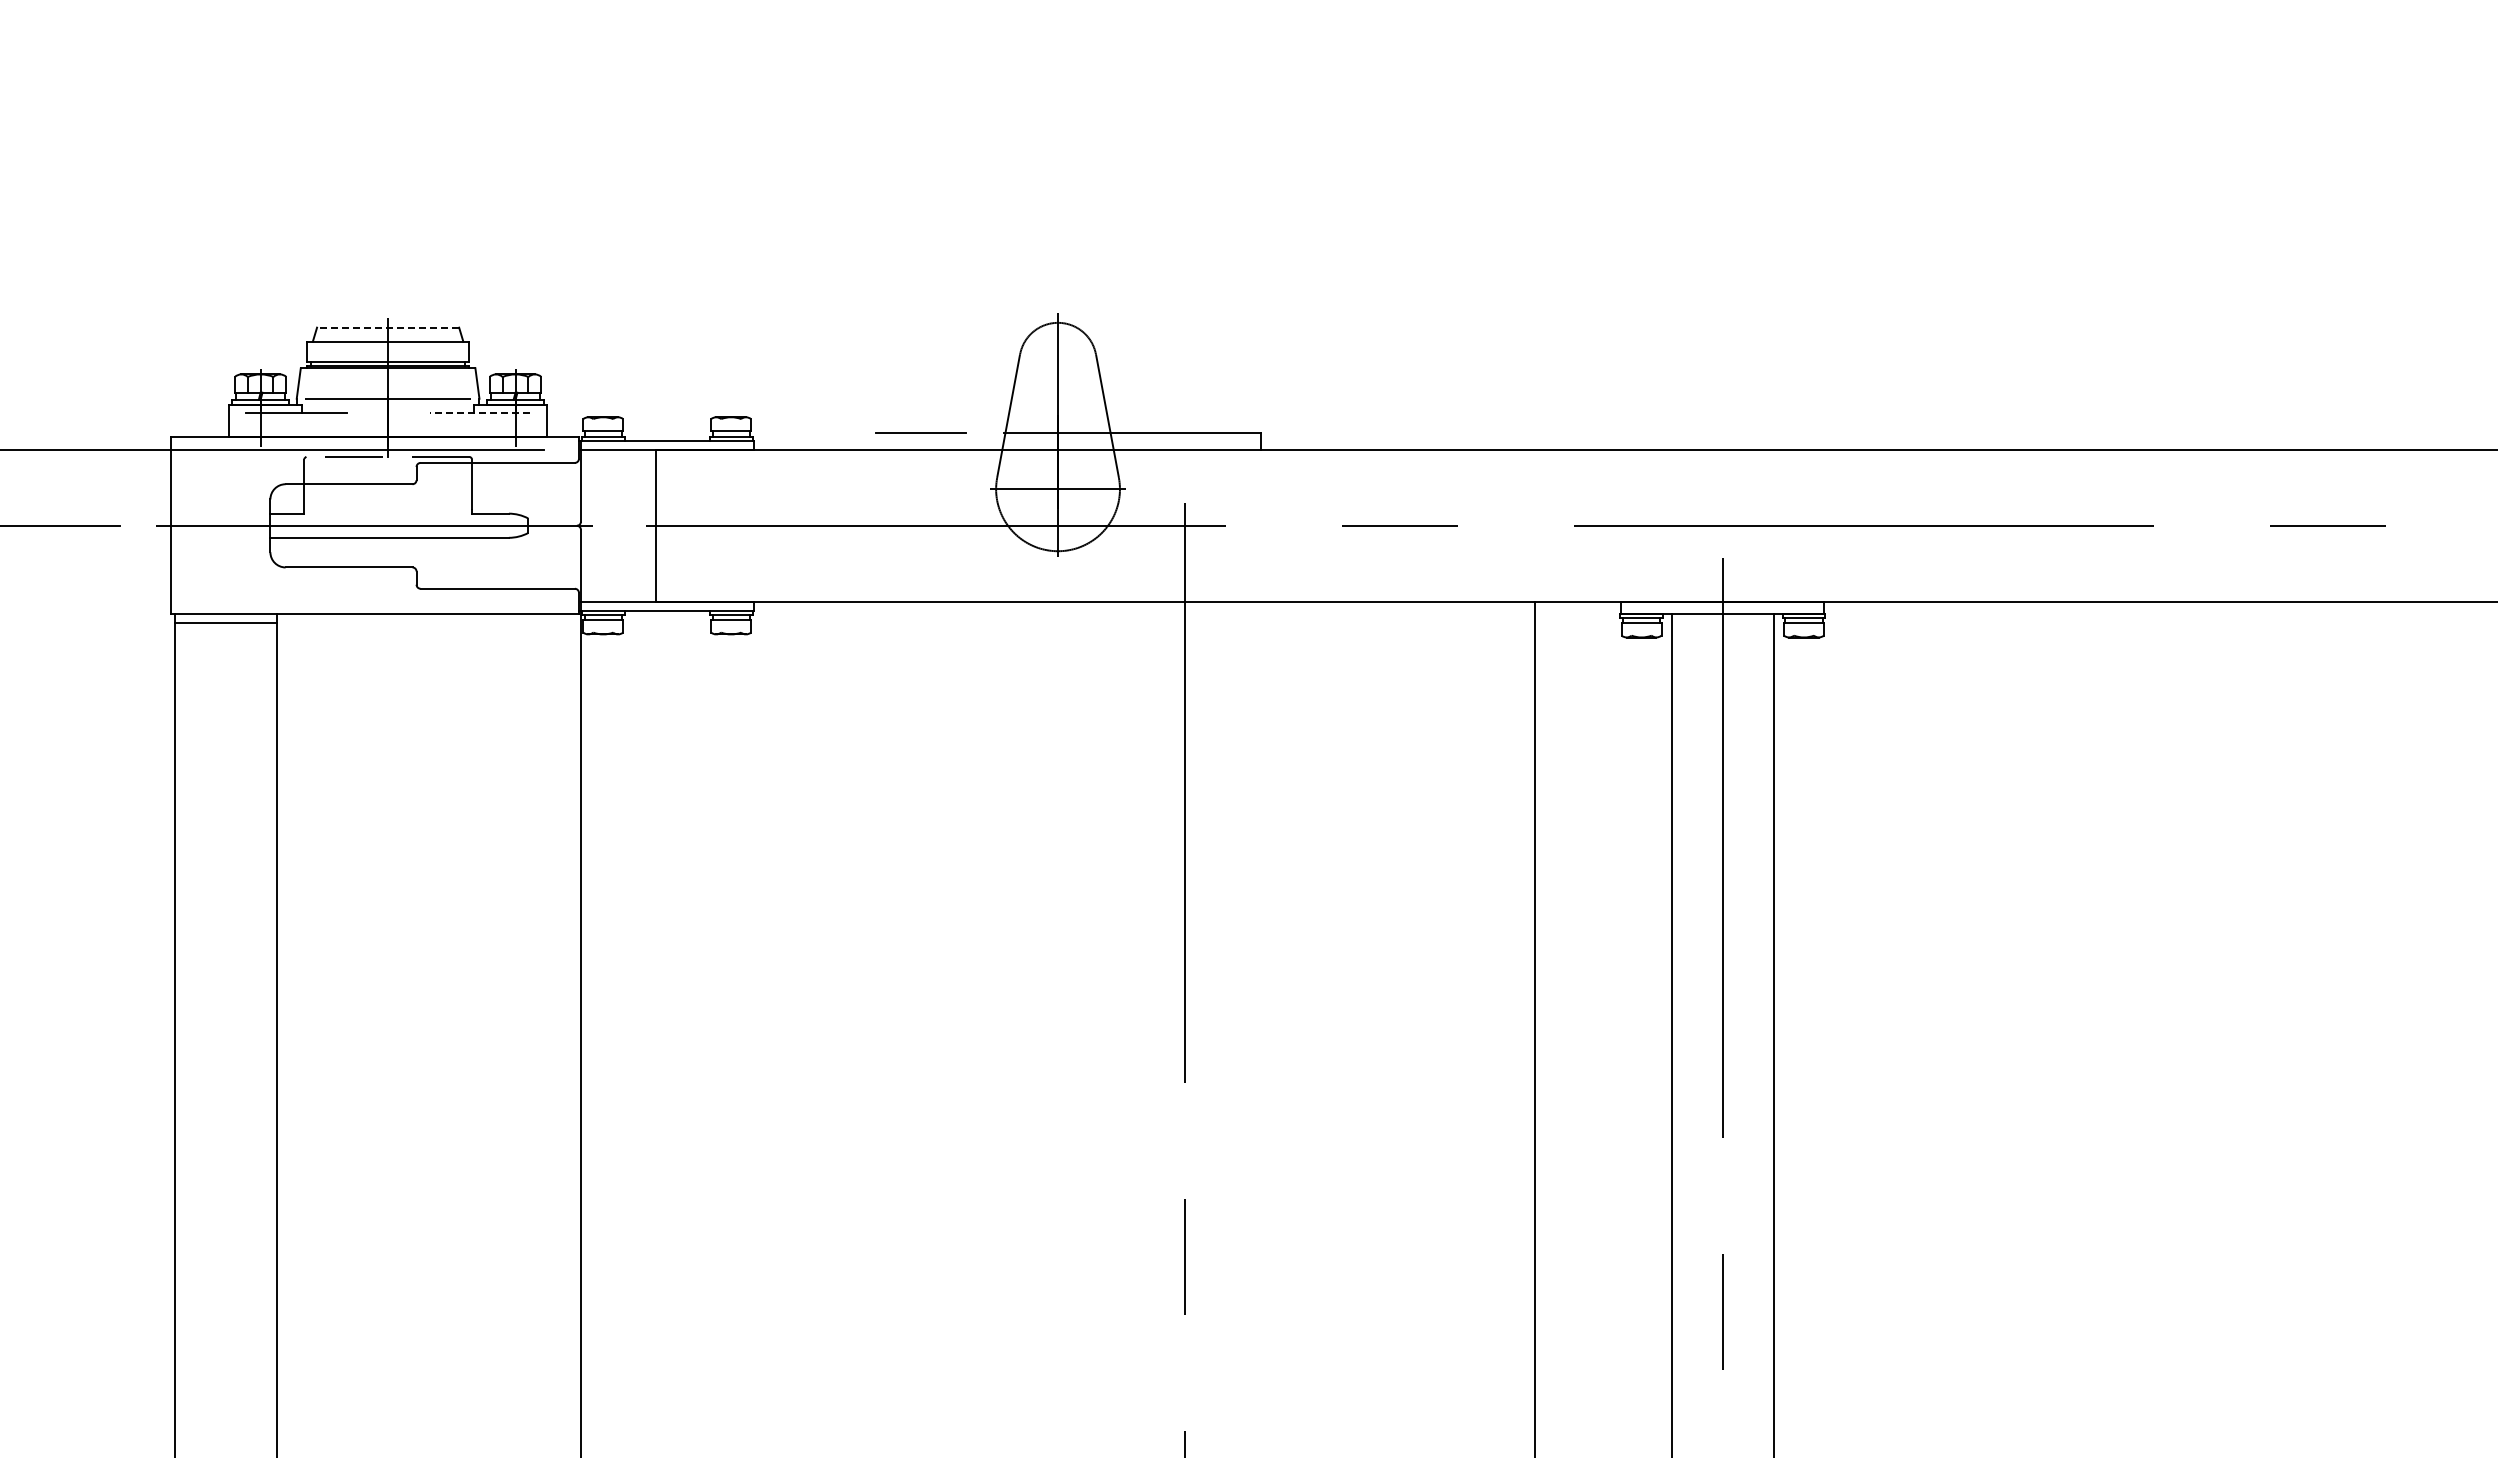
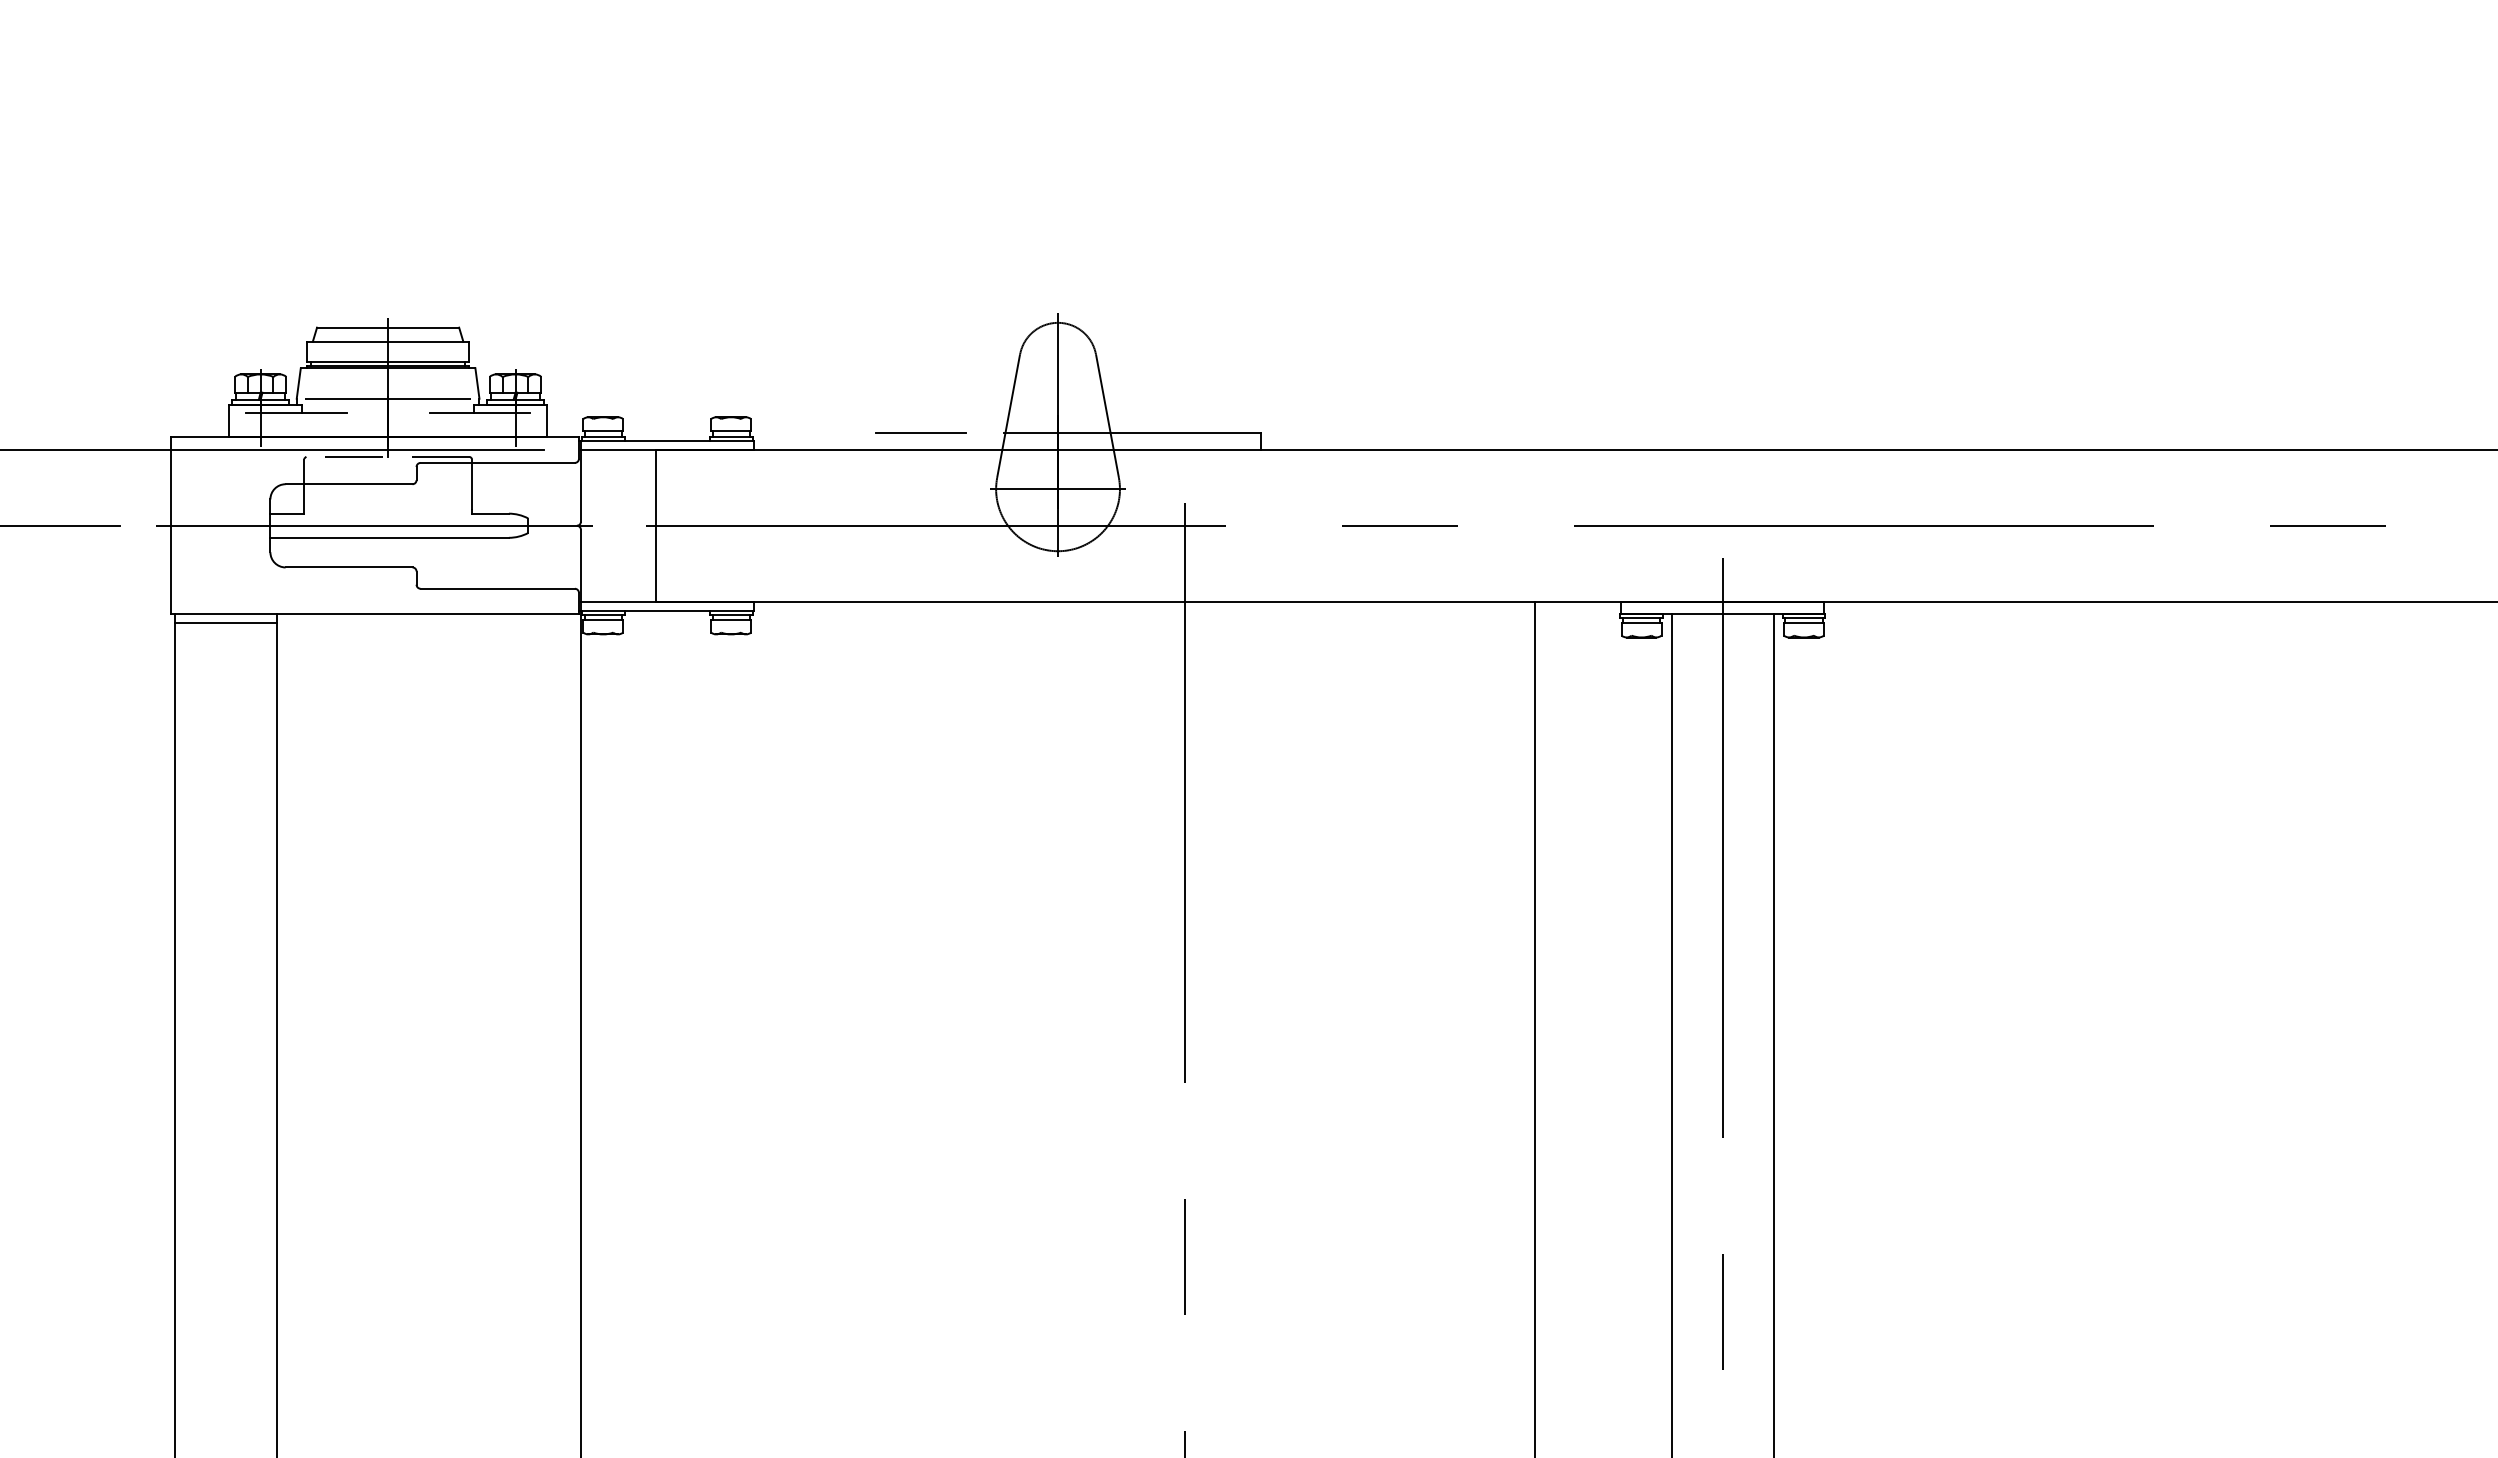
line at (387, 327): dashed -> solid
line at (479, 412): dashed -> solid
